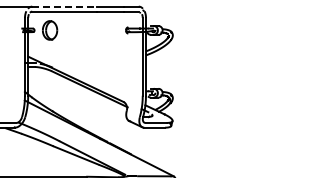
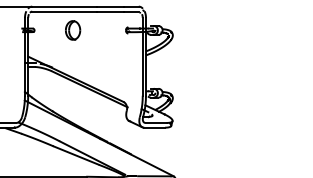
line at (64, 6): dashed -> solid
part at (50, 30) position: (50, 30) -> (73, 30)
